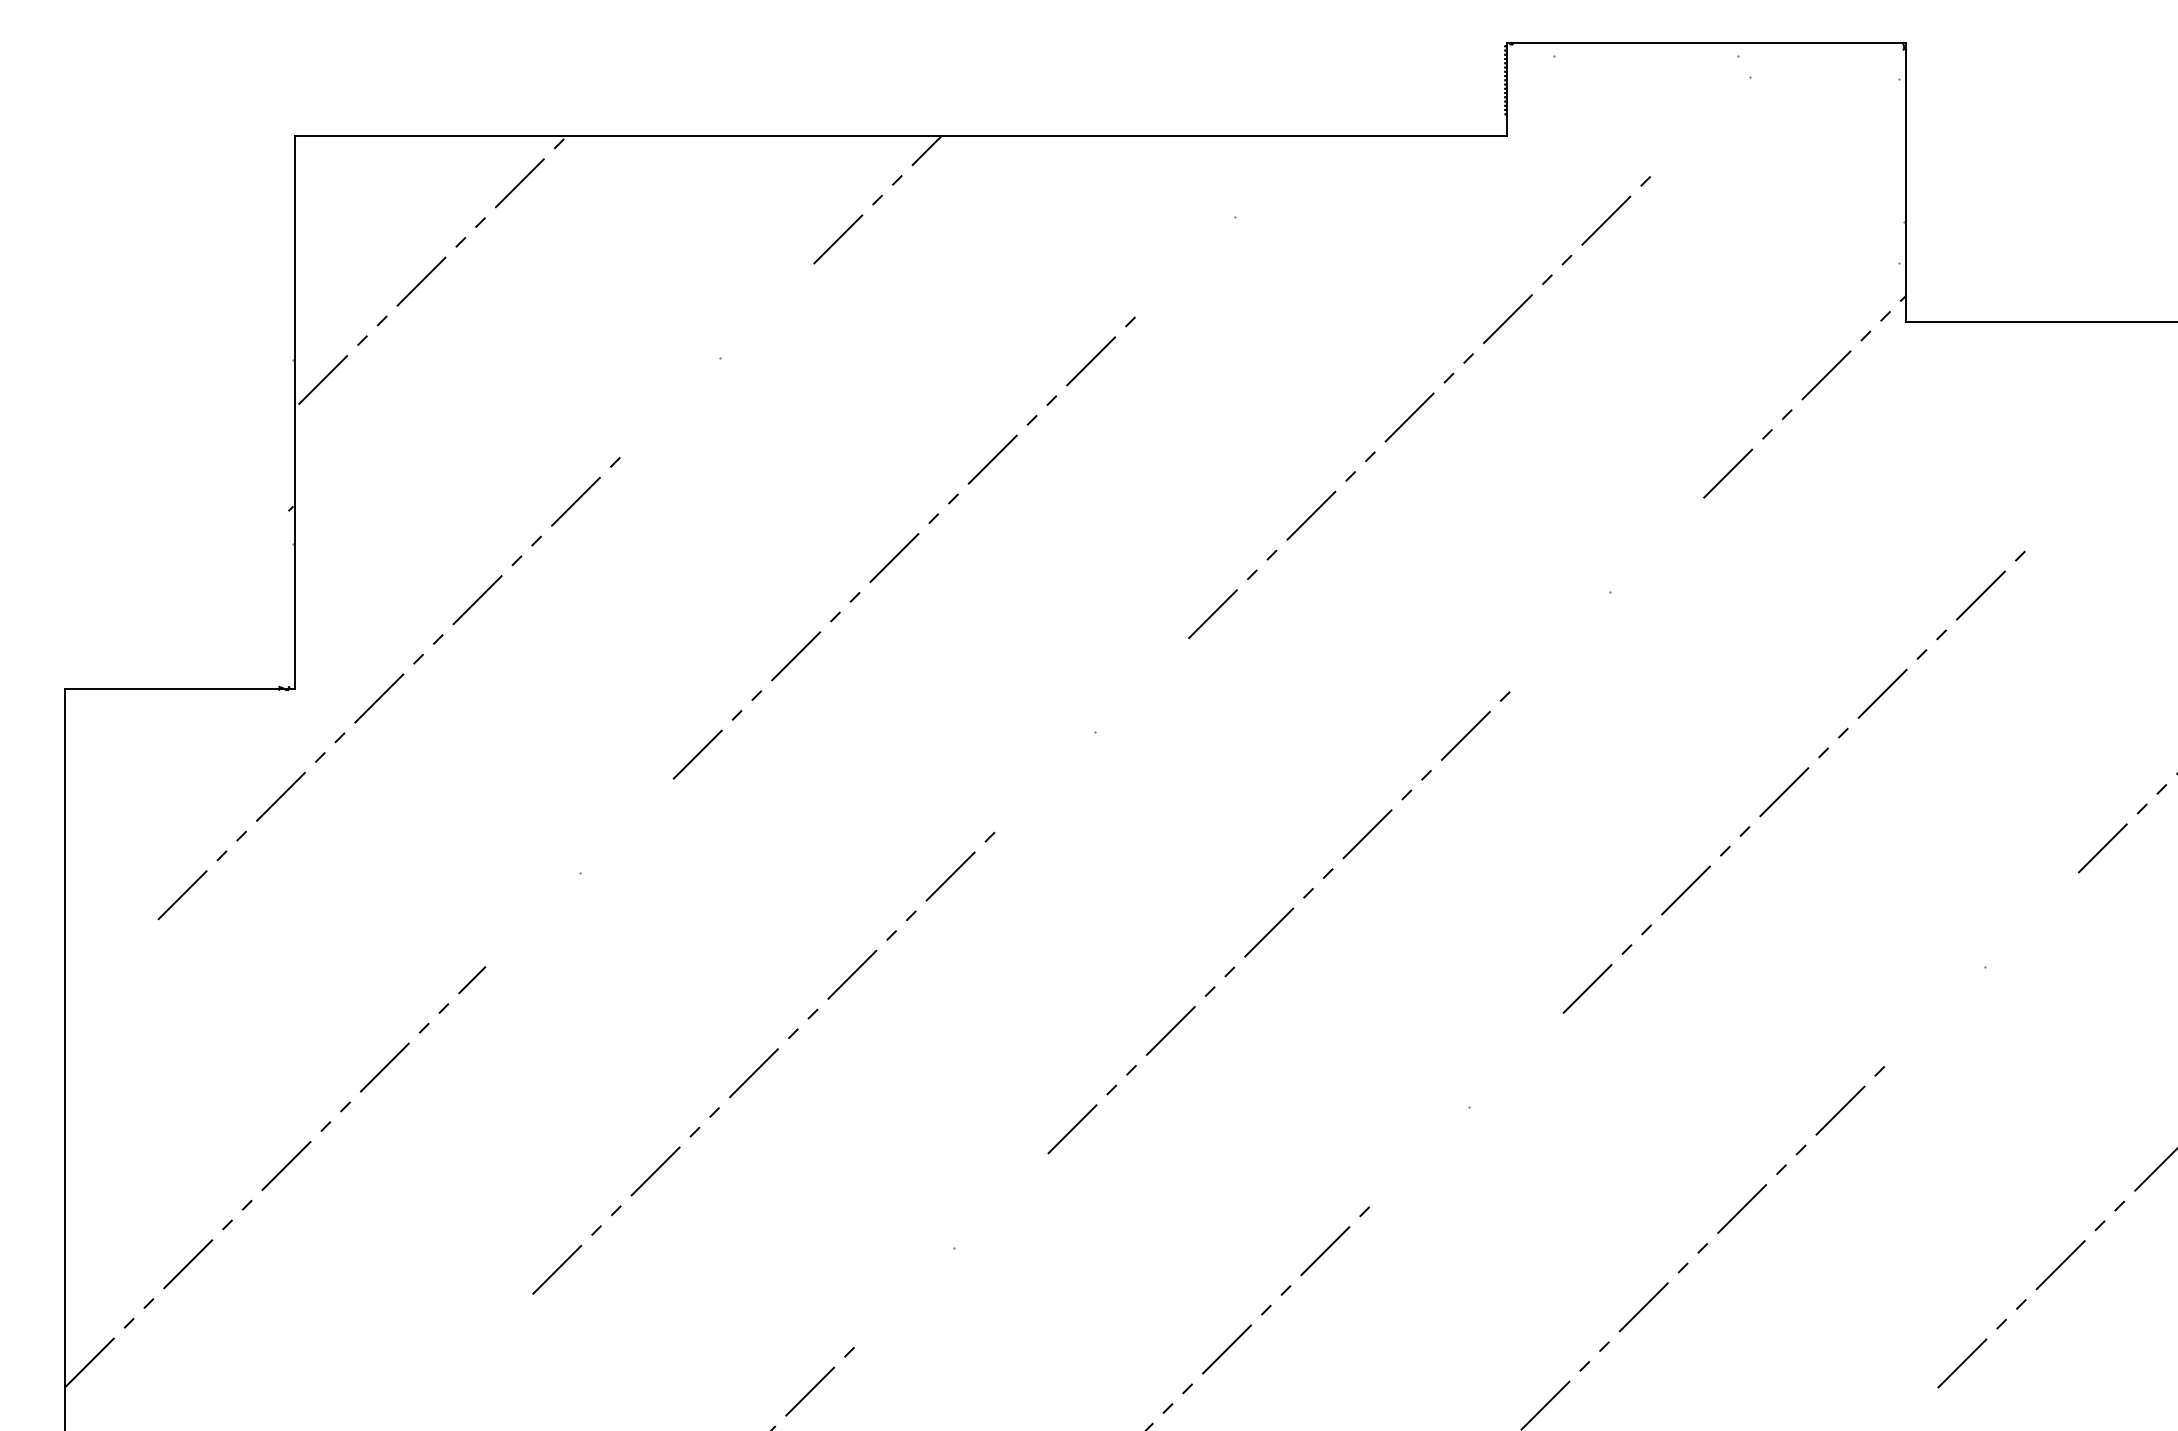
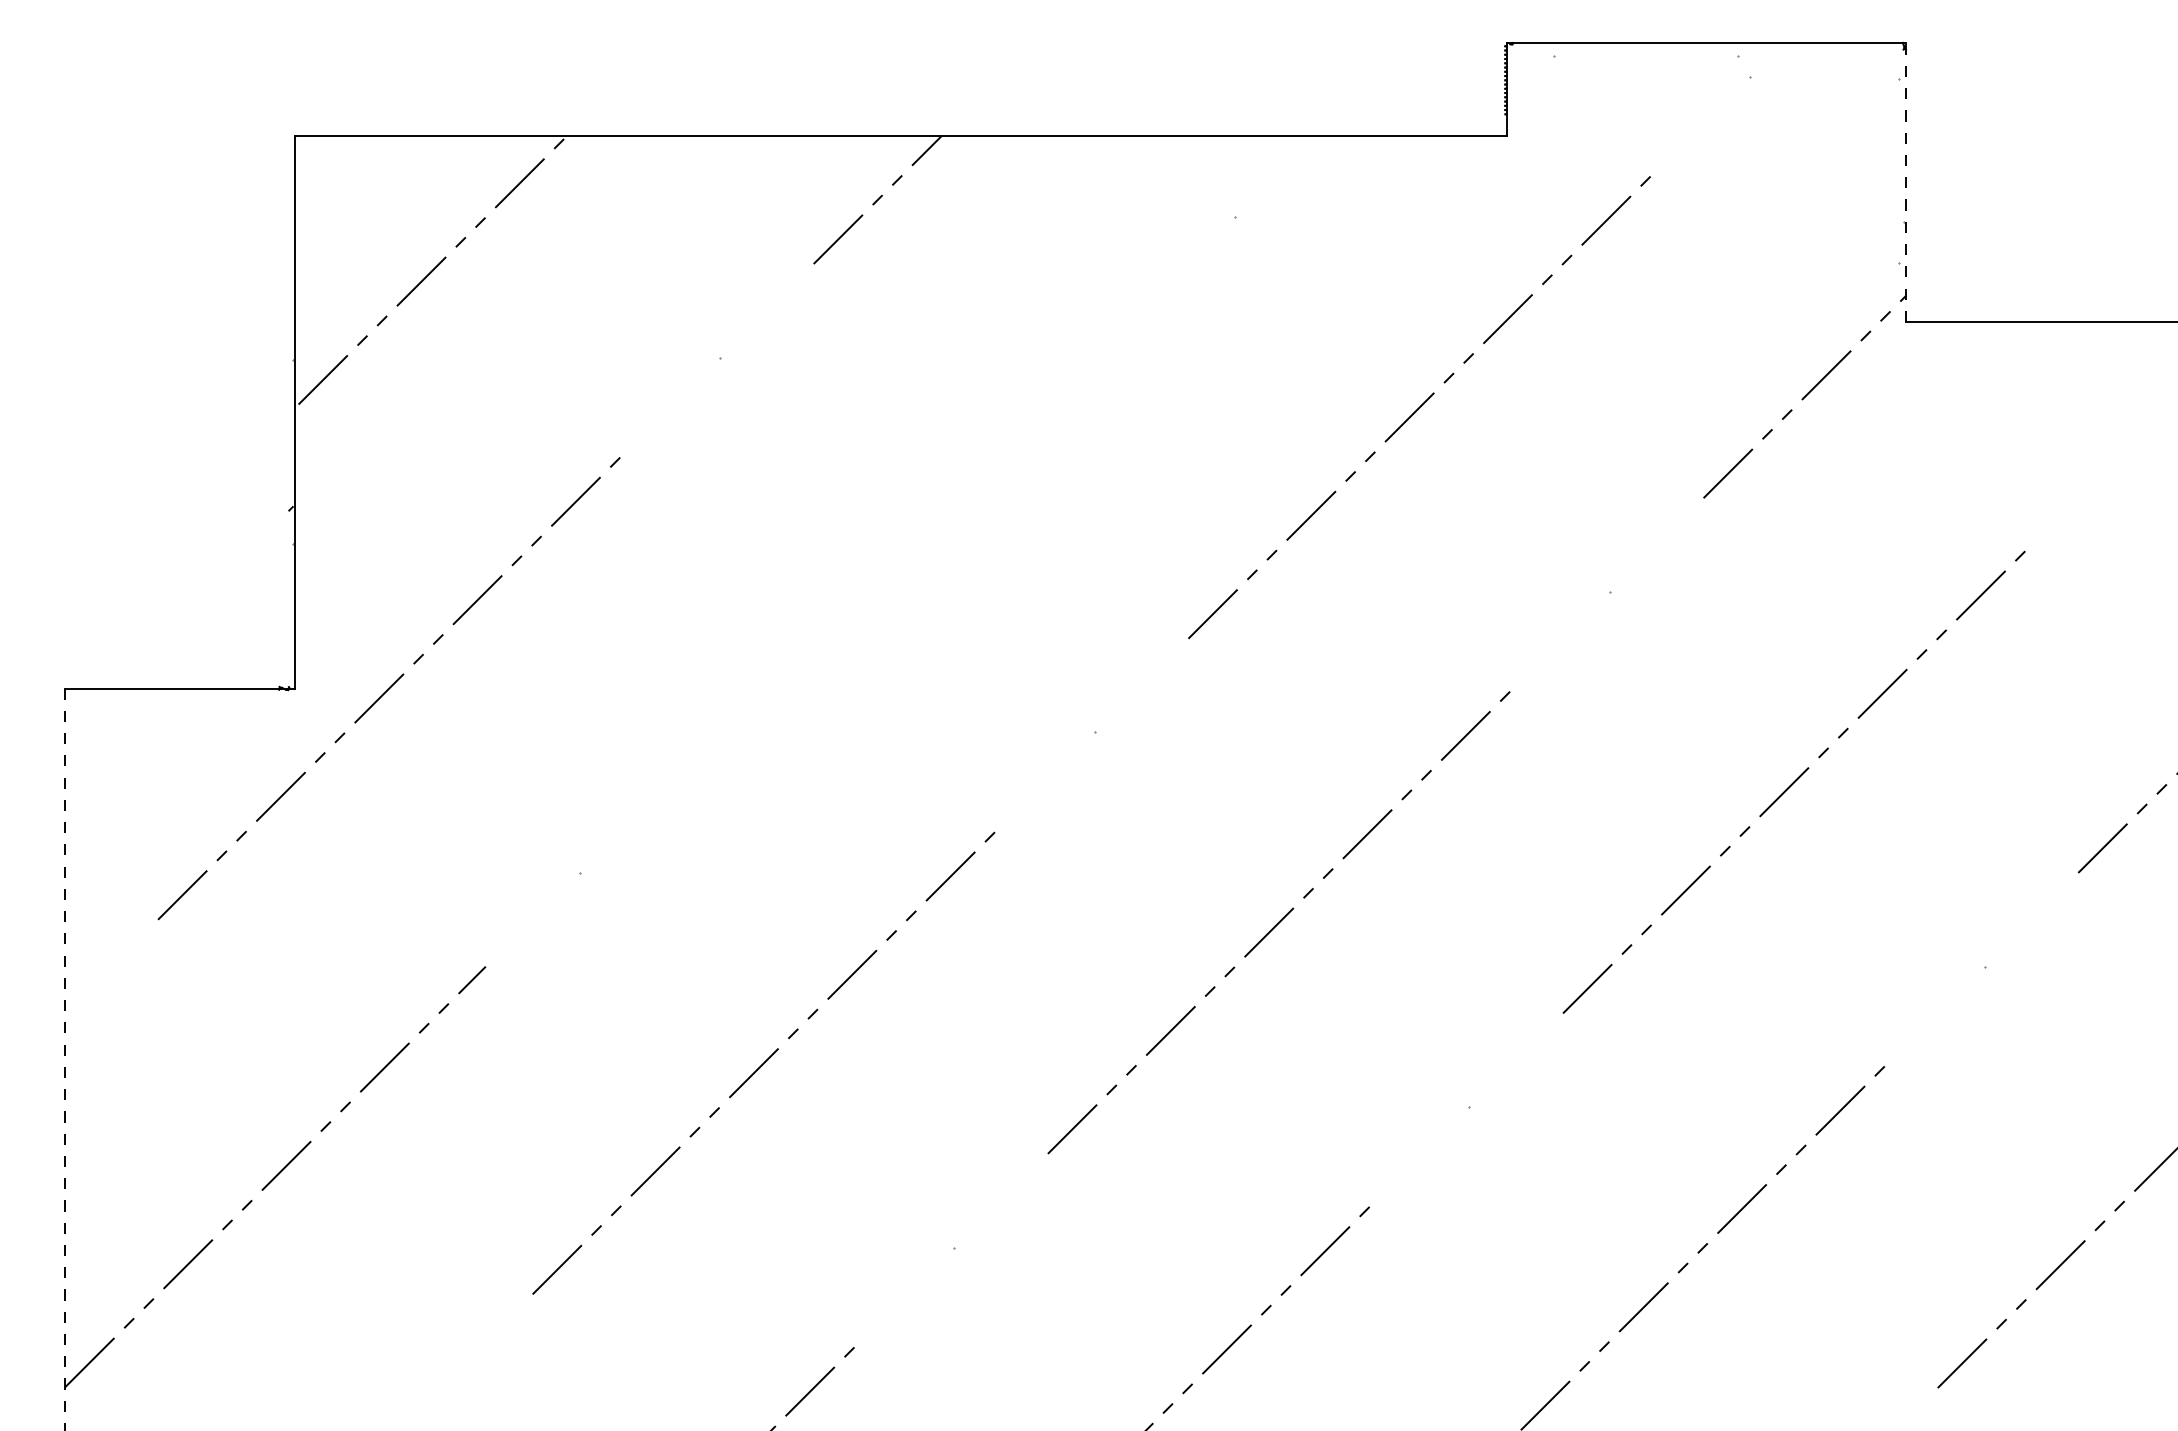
line at (1905, 182): solid -> dashed
line at (903, 547): present -> none
line at (65, 1059): solid -> dashed
